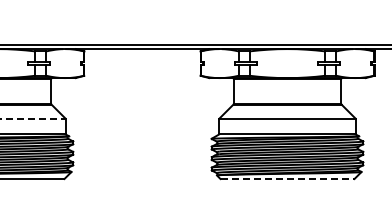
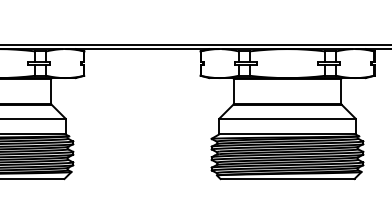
line at (33, 118): dashed -> solid
line at (287, 179): dashed -> solid
